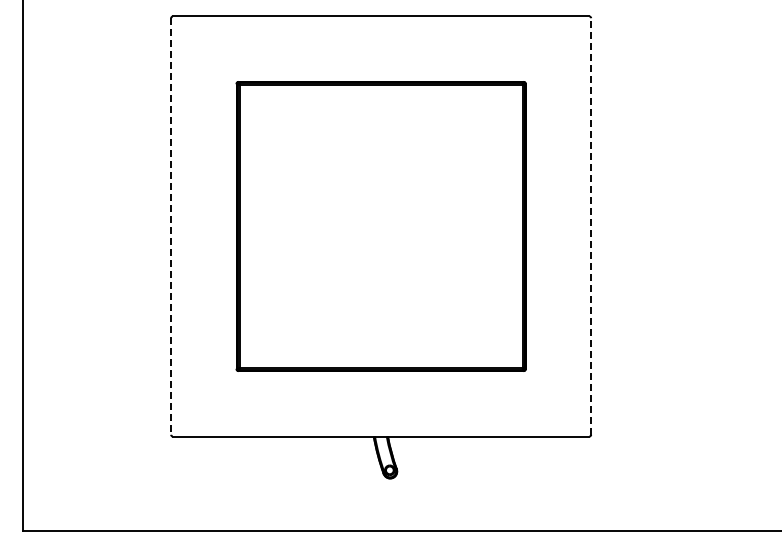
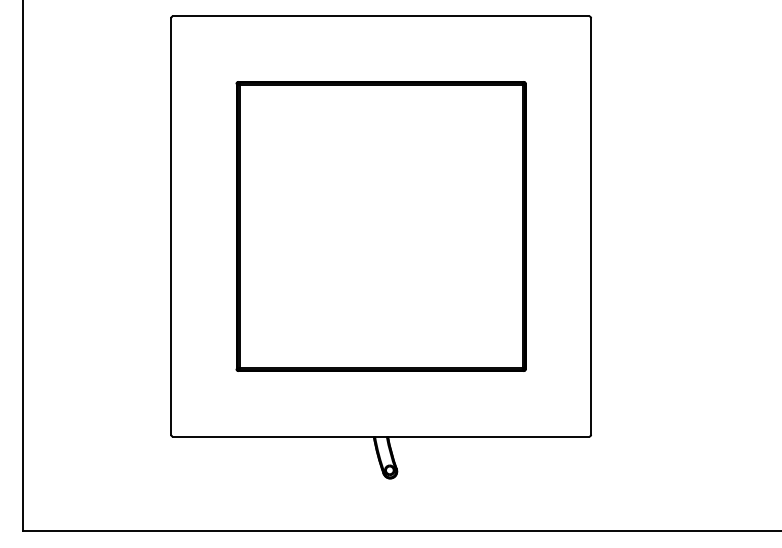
line at (591, 226): dashed -> solid
line at (171, 227): dashed -> solid
